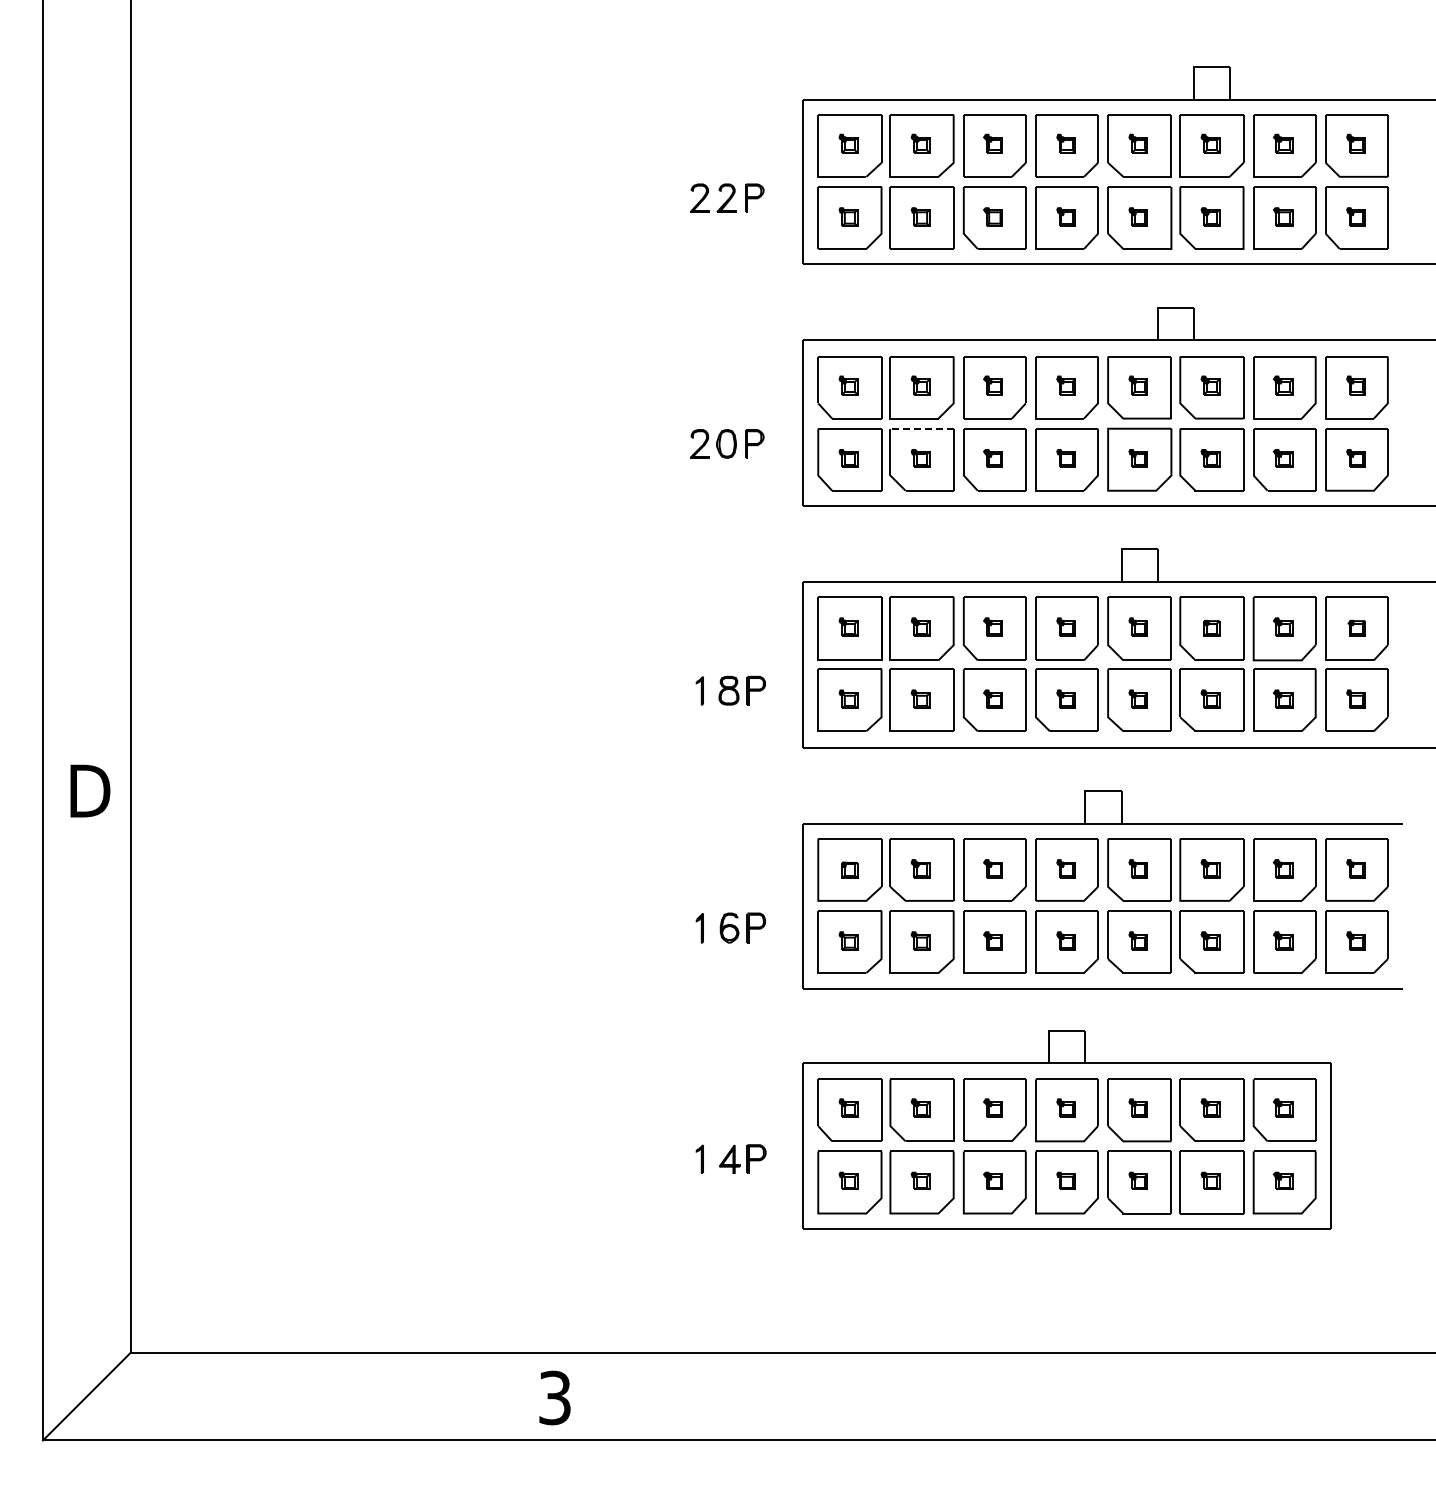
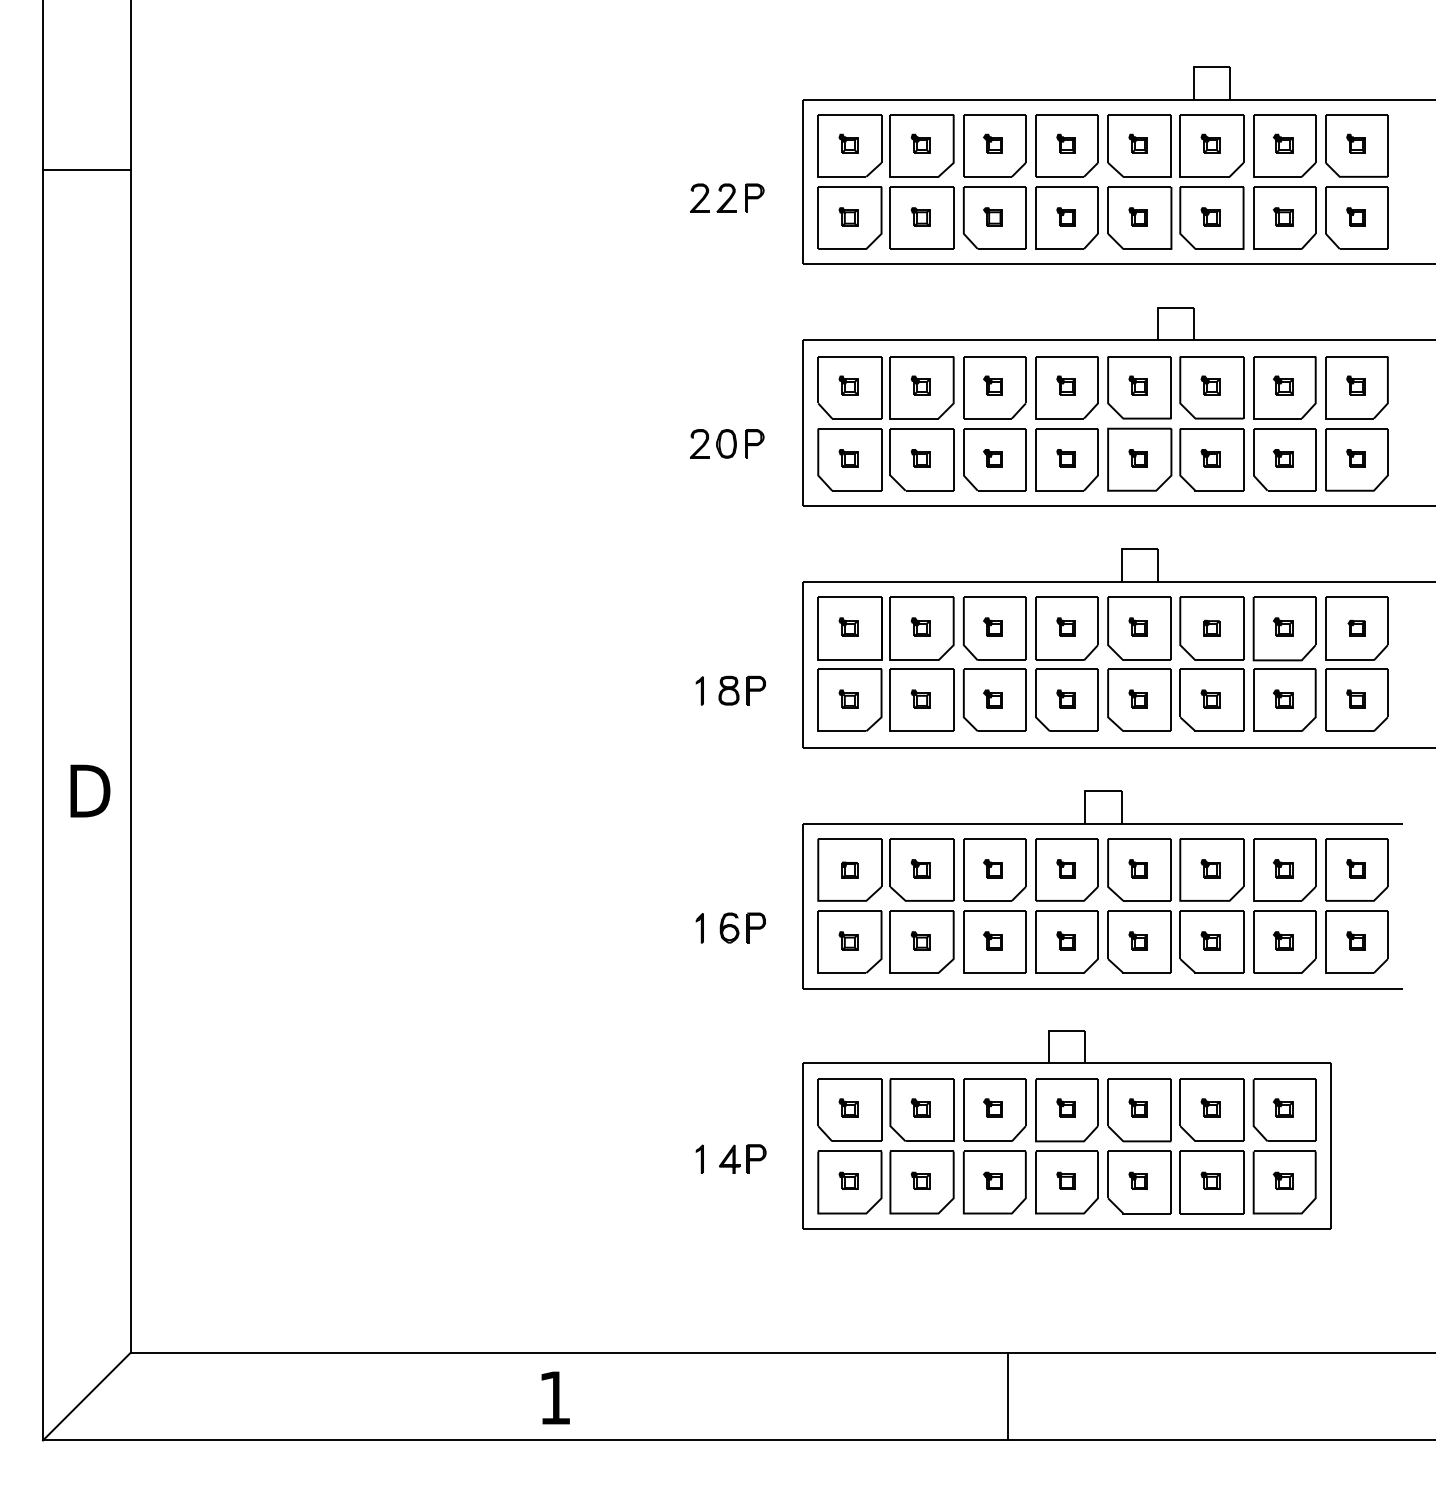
line at (86, 170): none -> present
line at (922, 428): dashed -> solid
line at (1008, 1396): none -> present
text at (554, 1397): 3 -> 1
